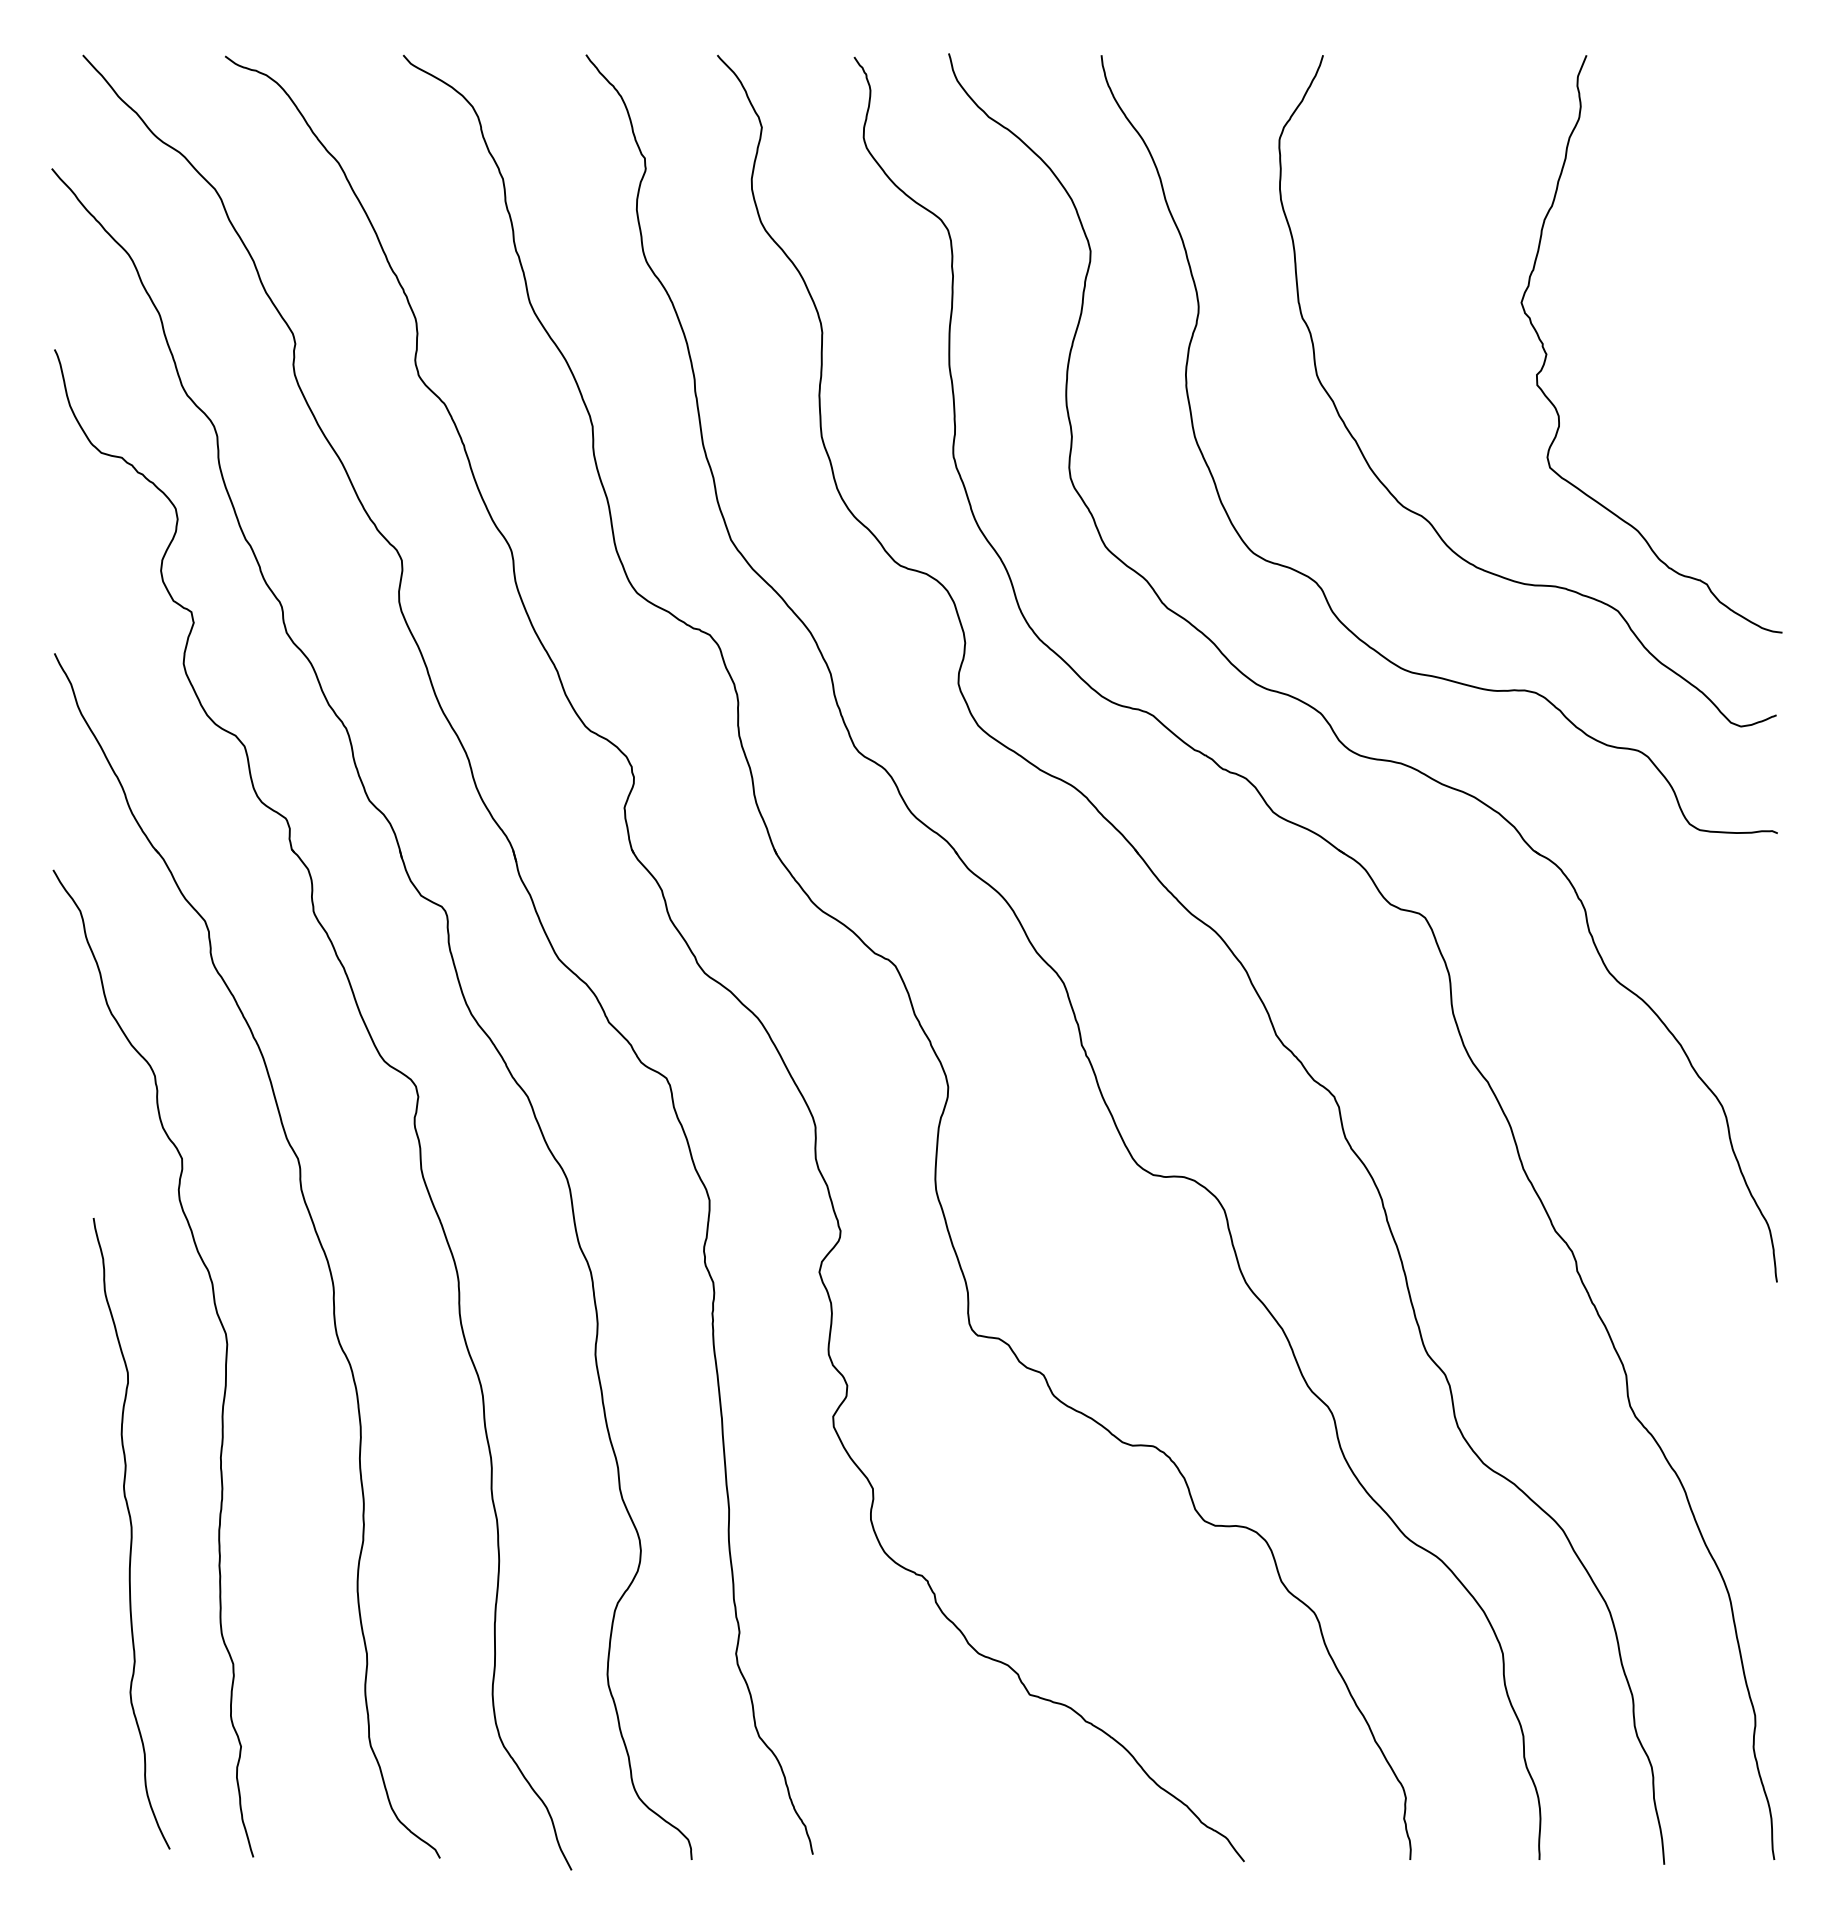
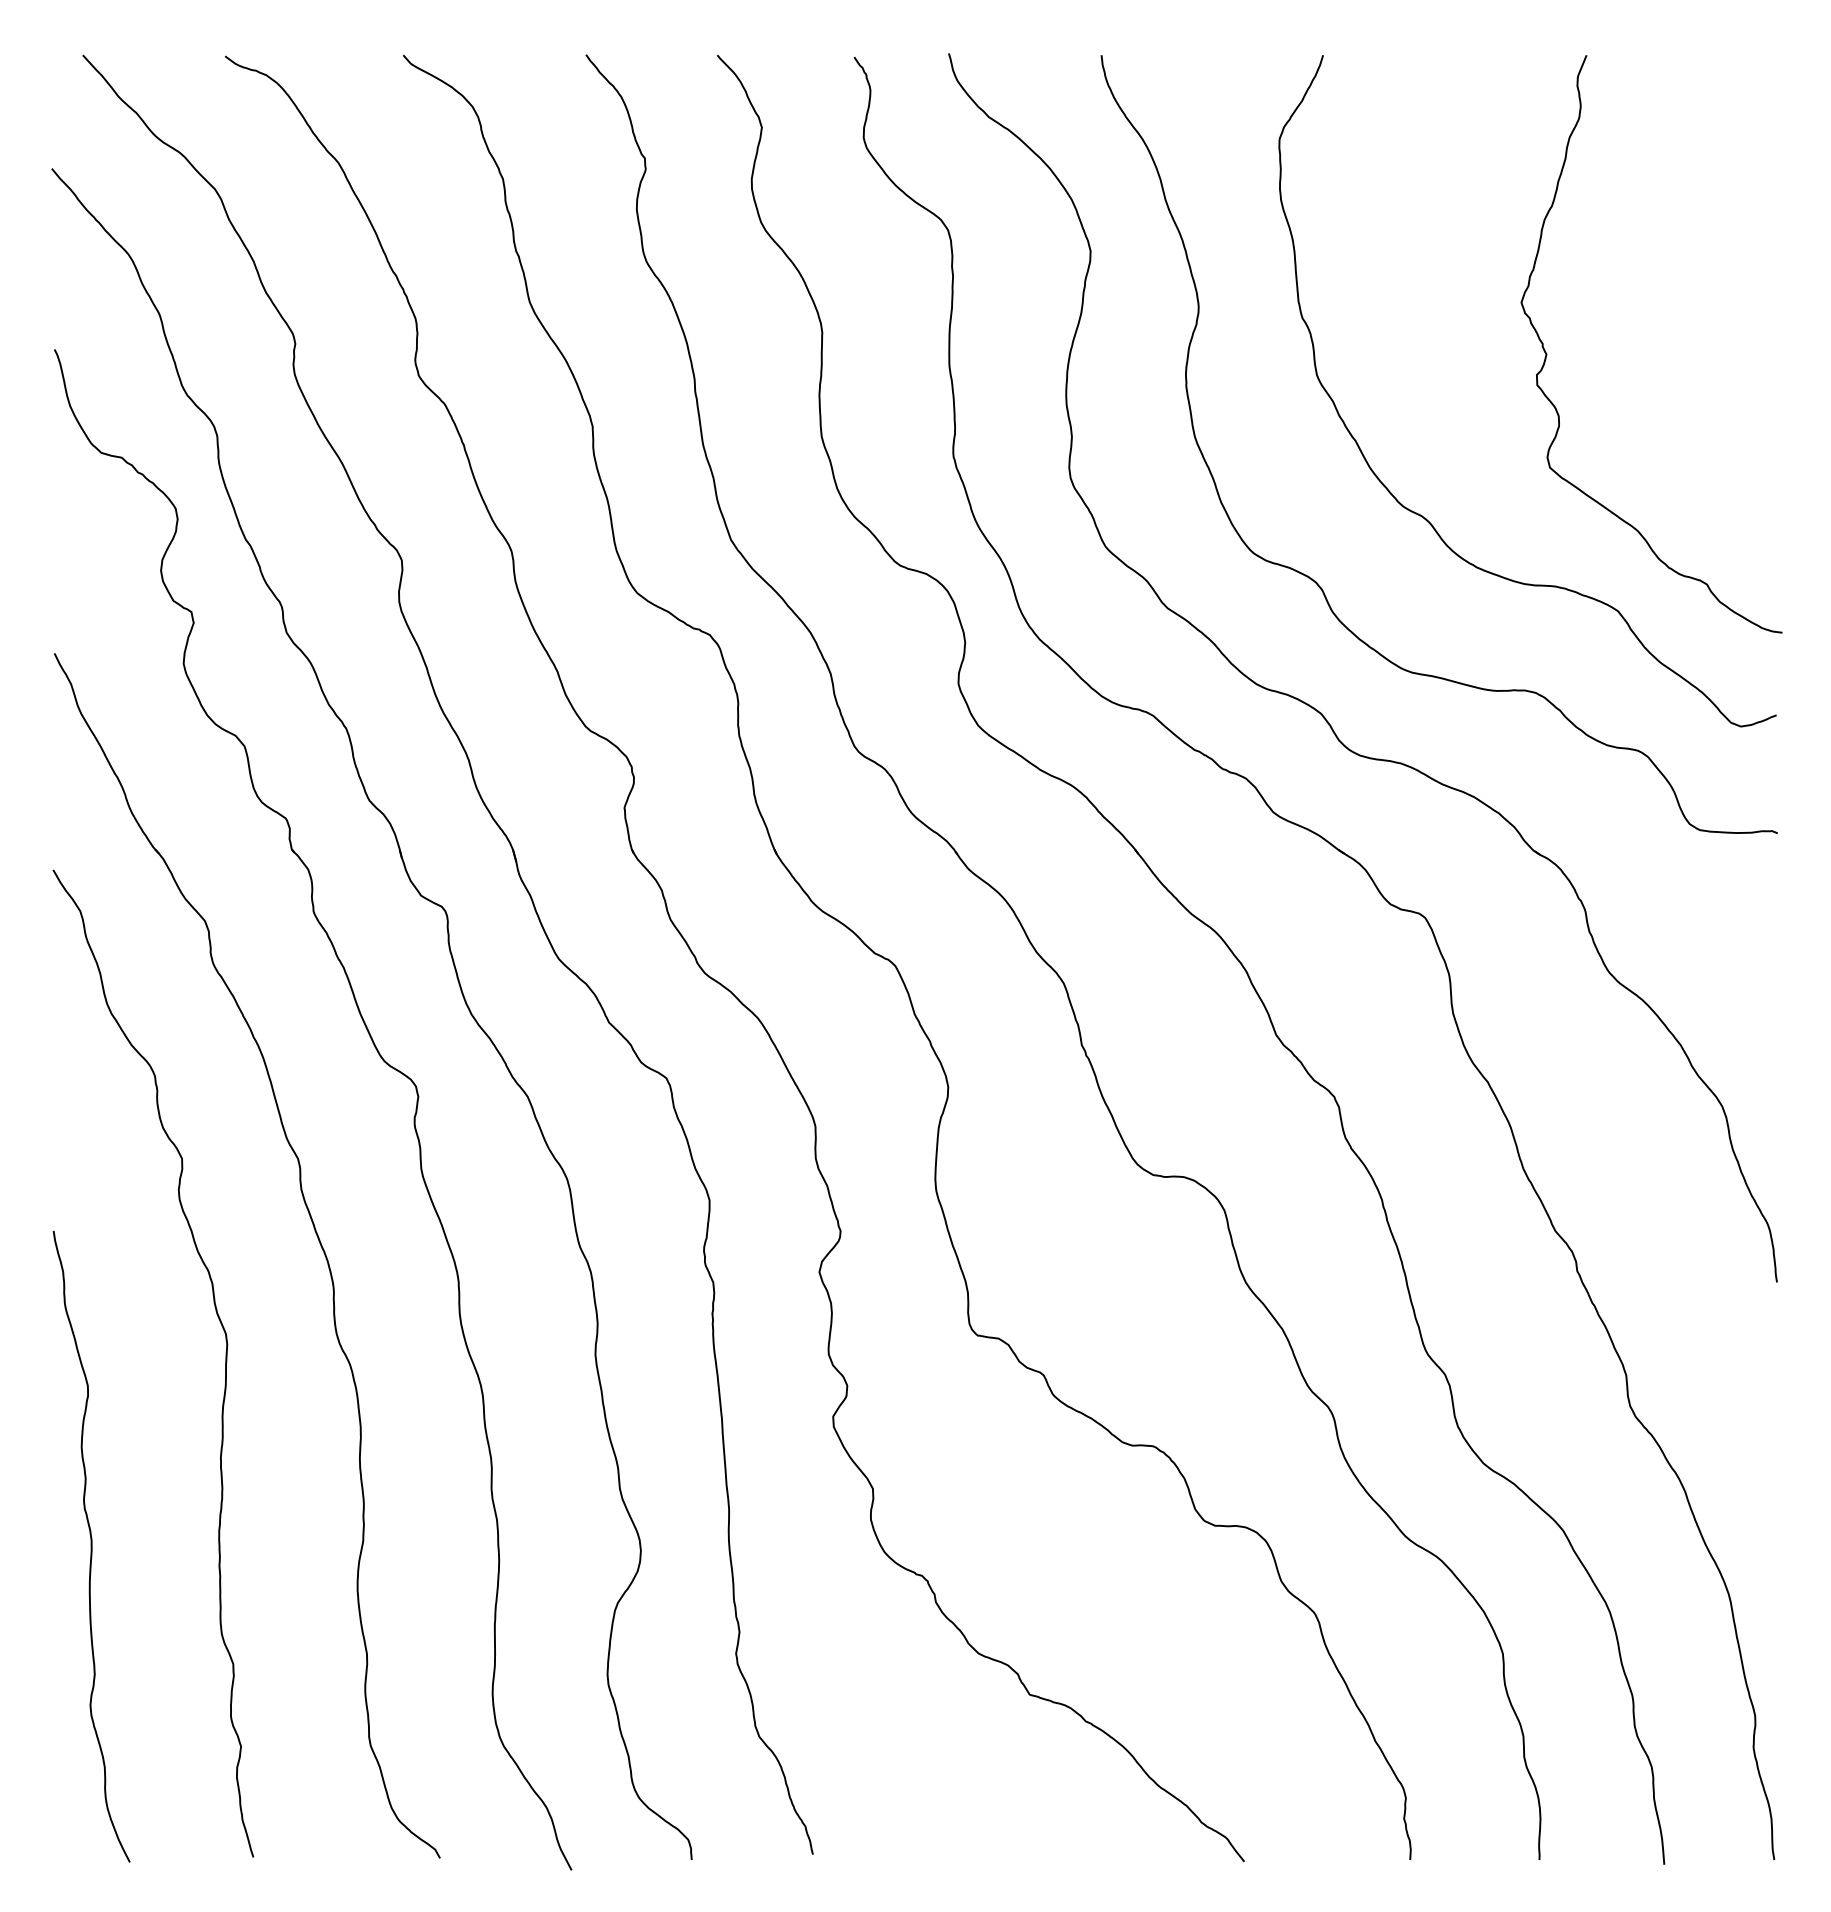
curve at (131, 1533) position: (131, 1533) -> (91, 1546)
